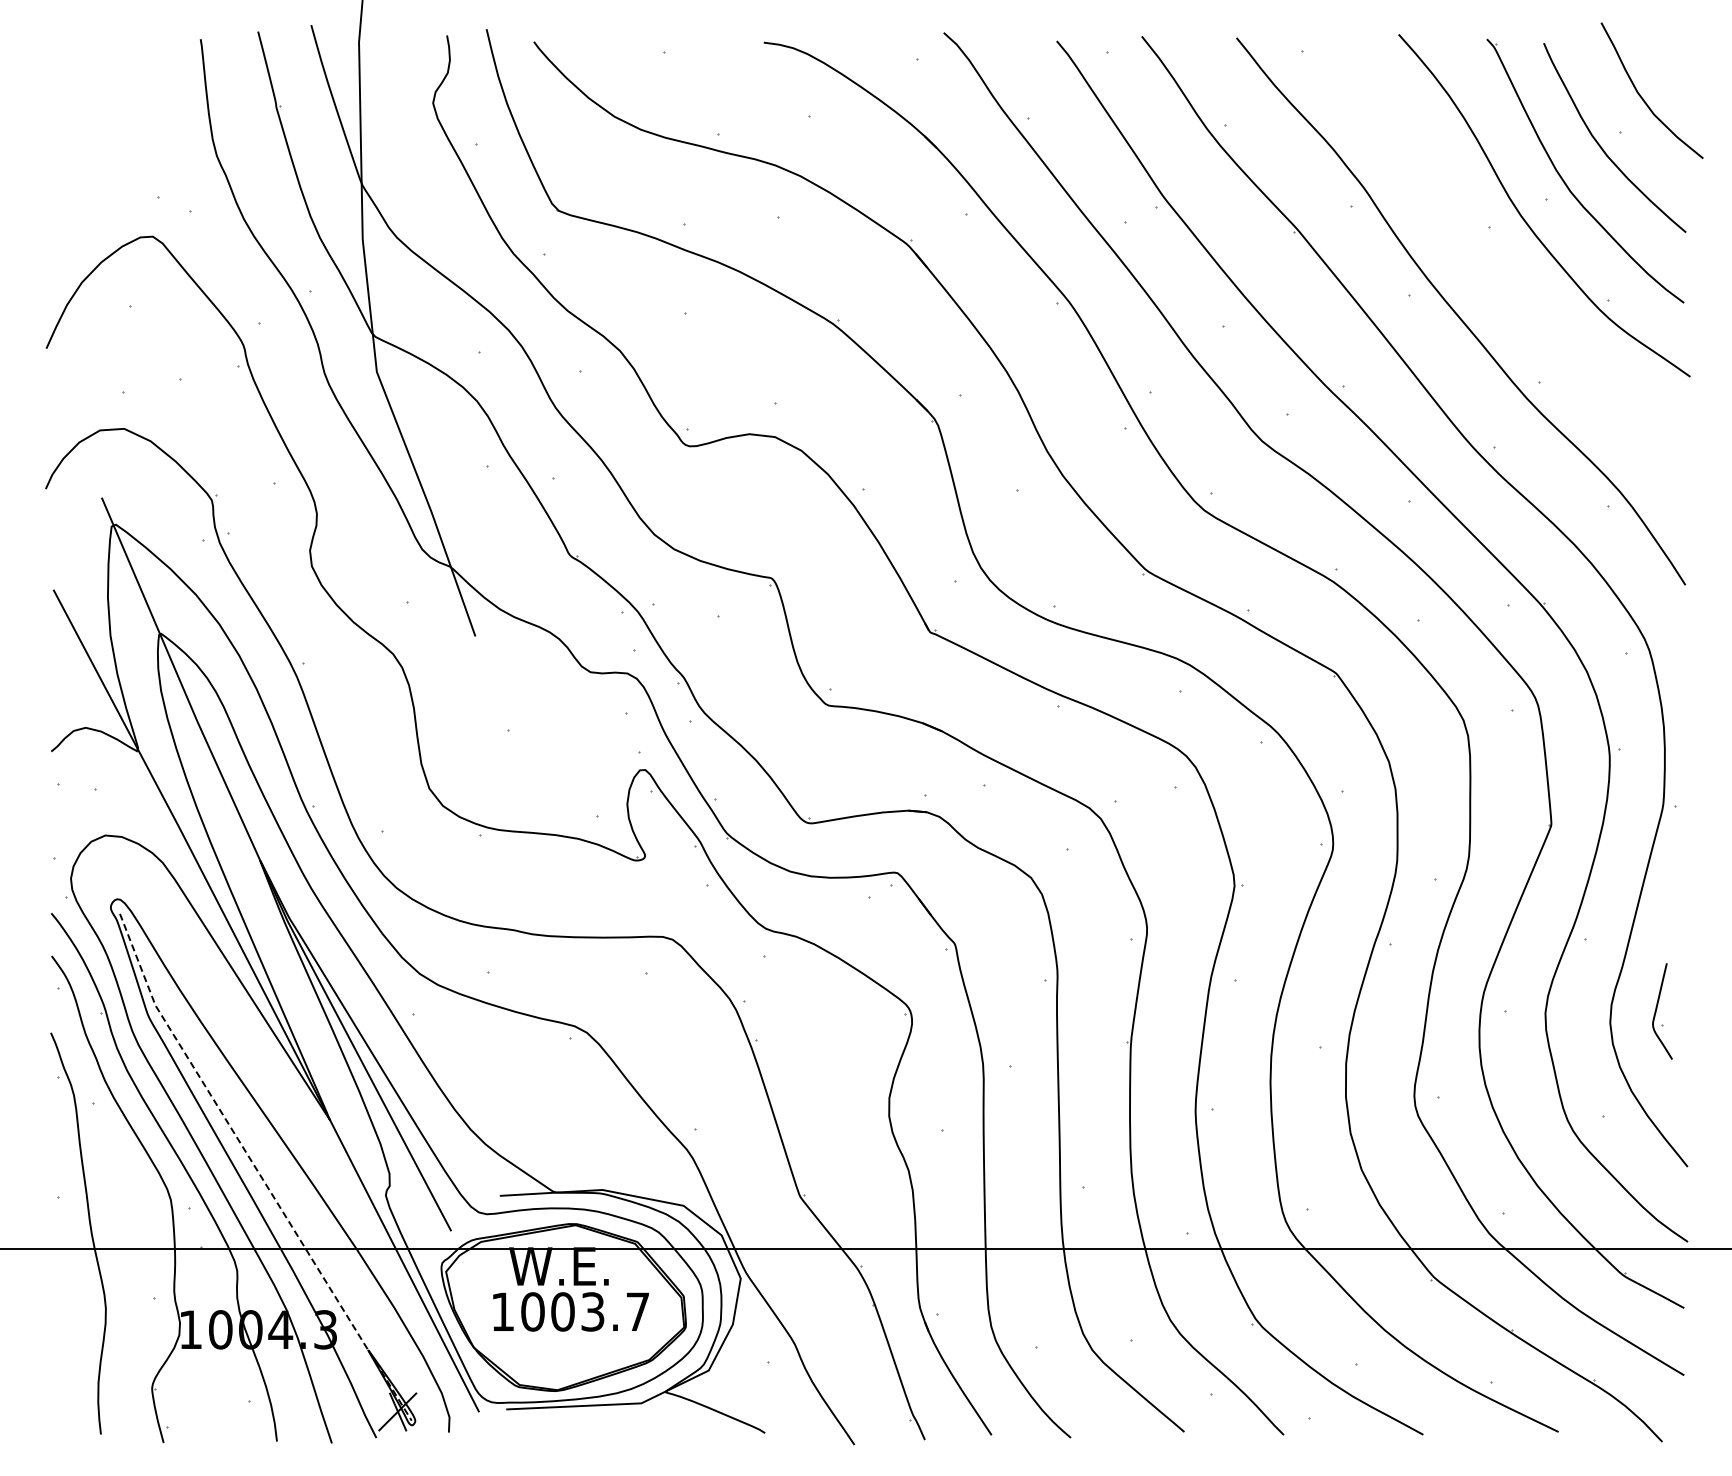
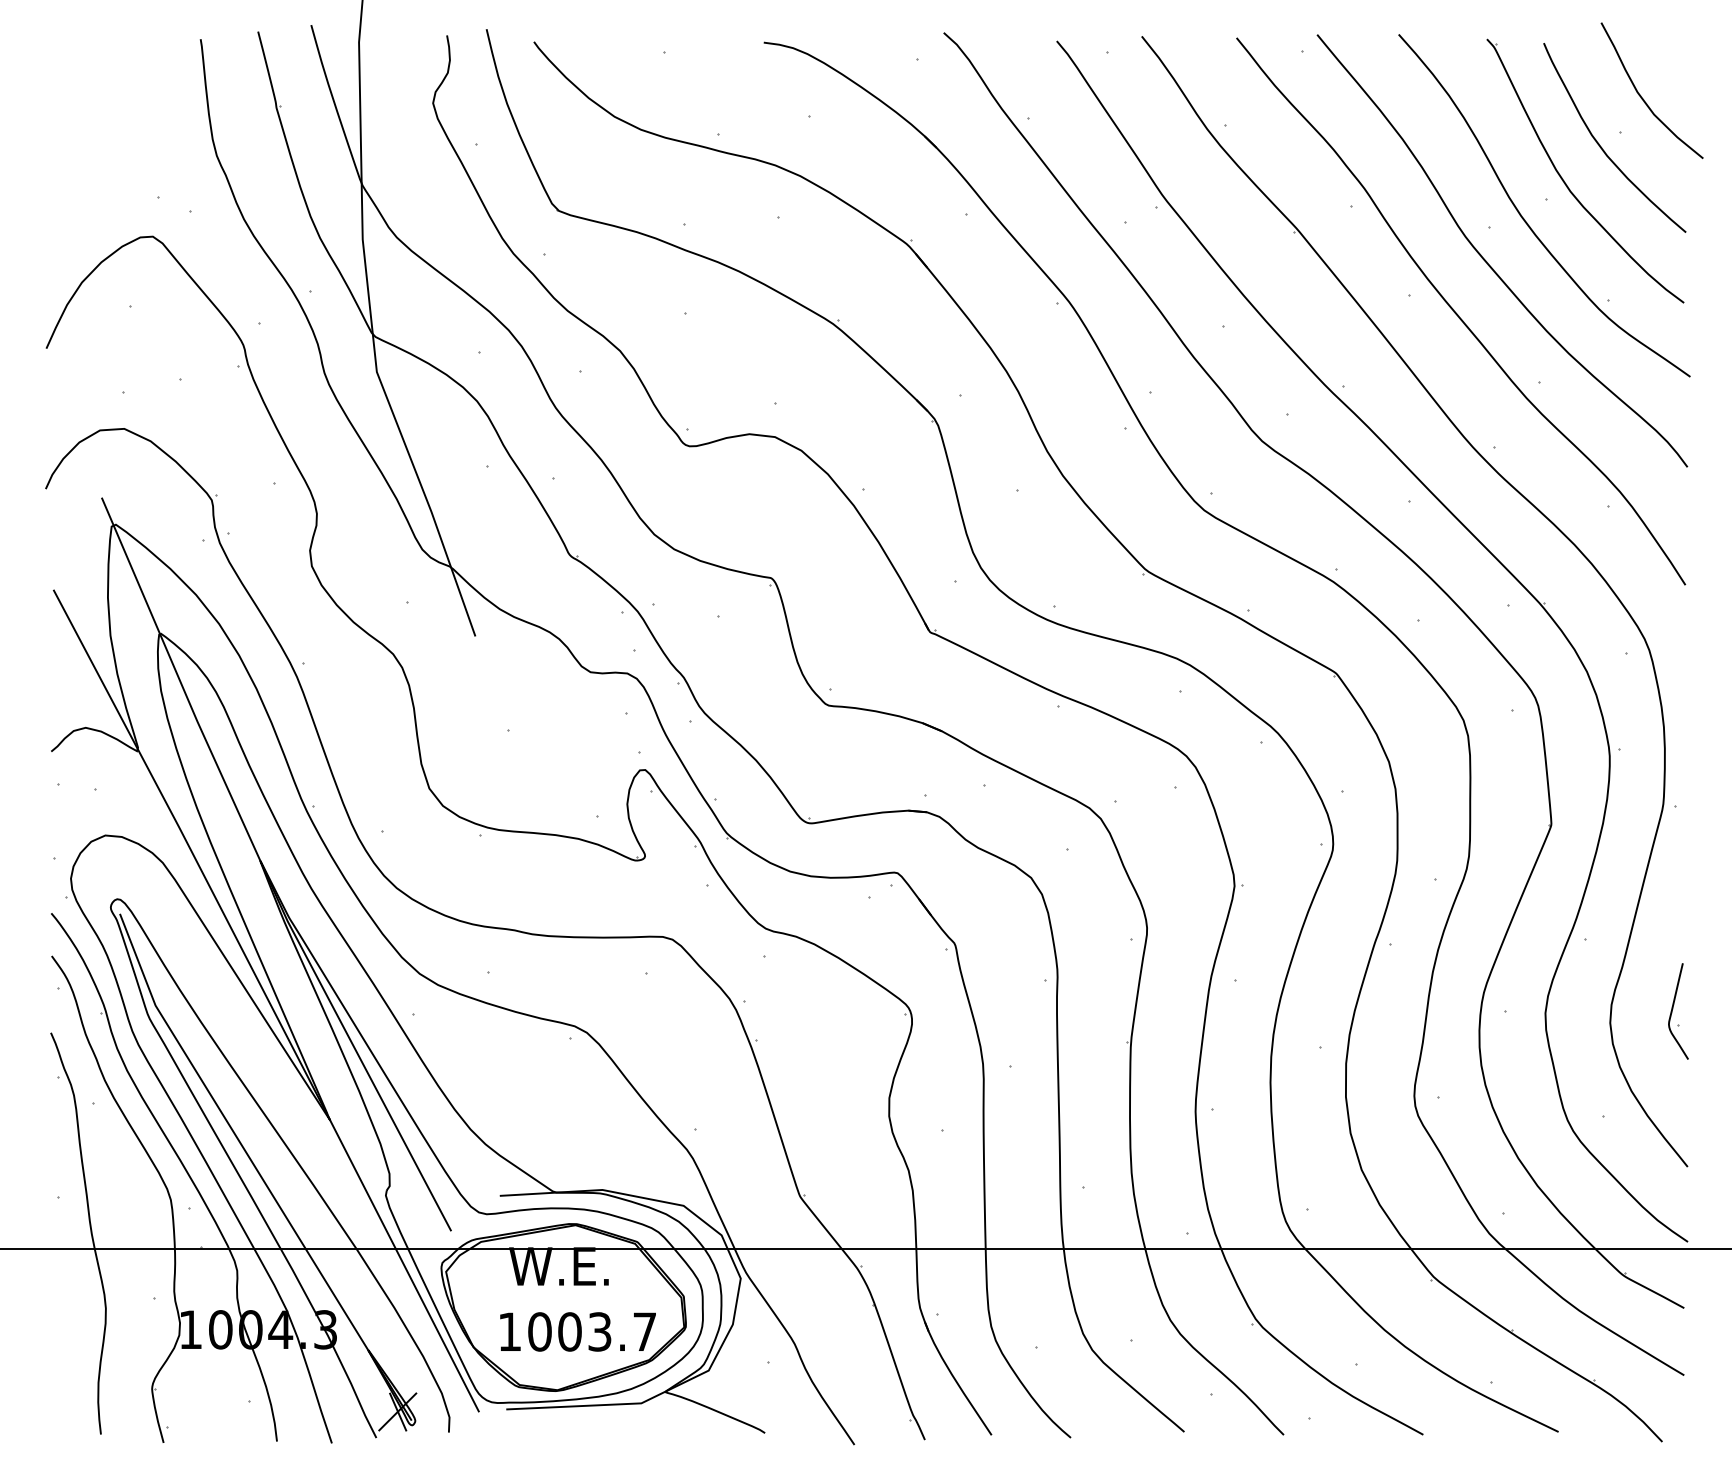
curve at (1487, 261): none -> present
part at (1662, 1011) position: (1662, 1011) -> (1678, 1011)
line at (257, 1170): dashed -> solid
text at (570, 1311) position: (570, 1311) -> (577, 1331)
